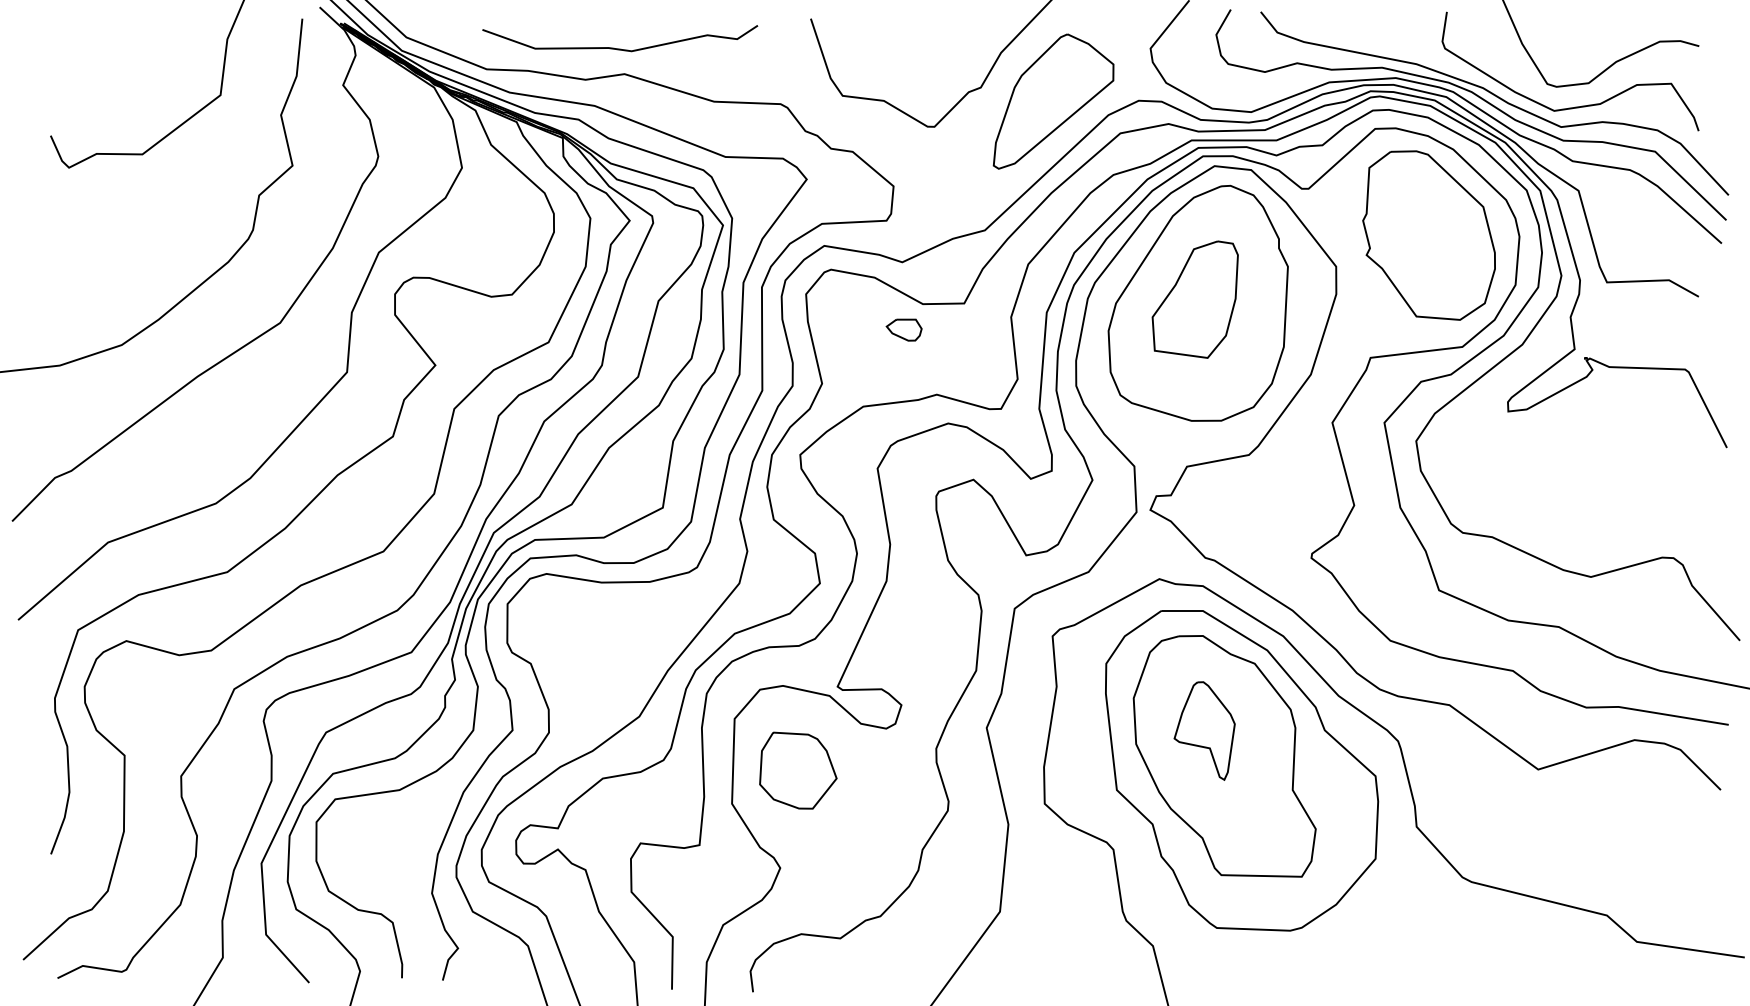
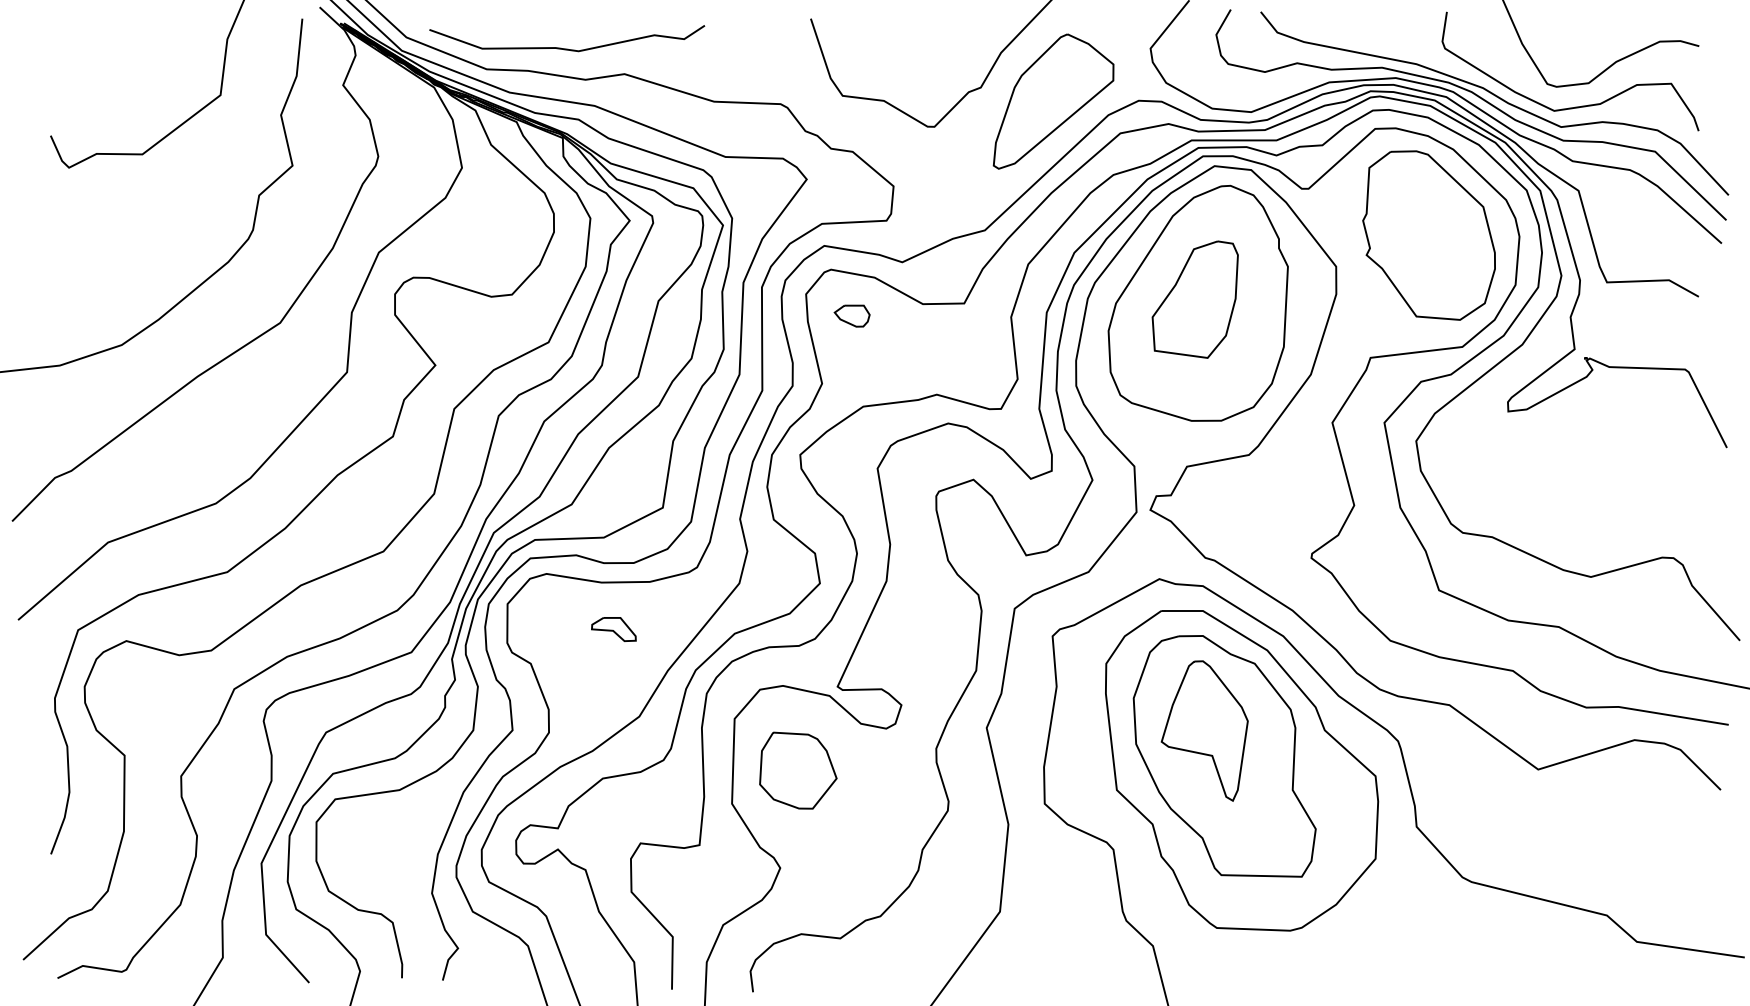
curve at (620, 48) position: (620, 48) -> (567, 48)
part at (903, 329) position: (903, 329) -> (851, 315)
part at (613, 629): none -> present
part at (1204, 730) size: 63x100 px -> 89x142 px
